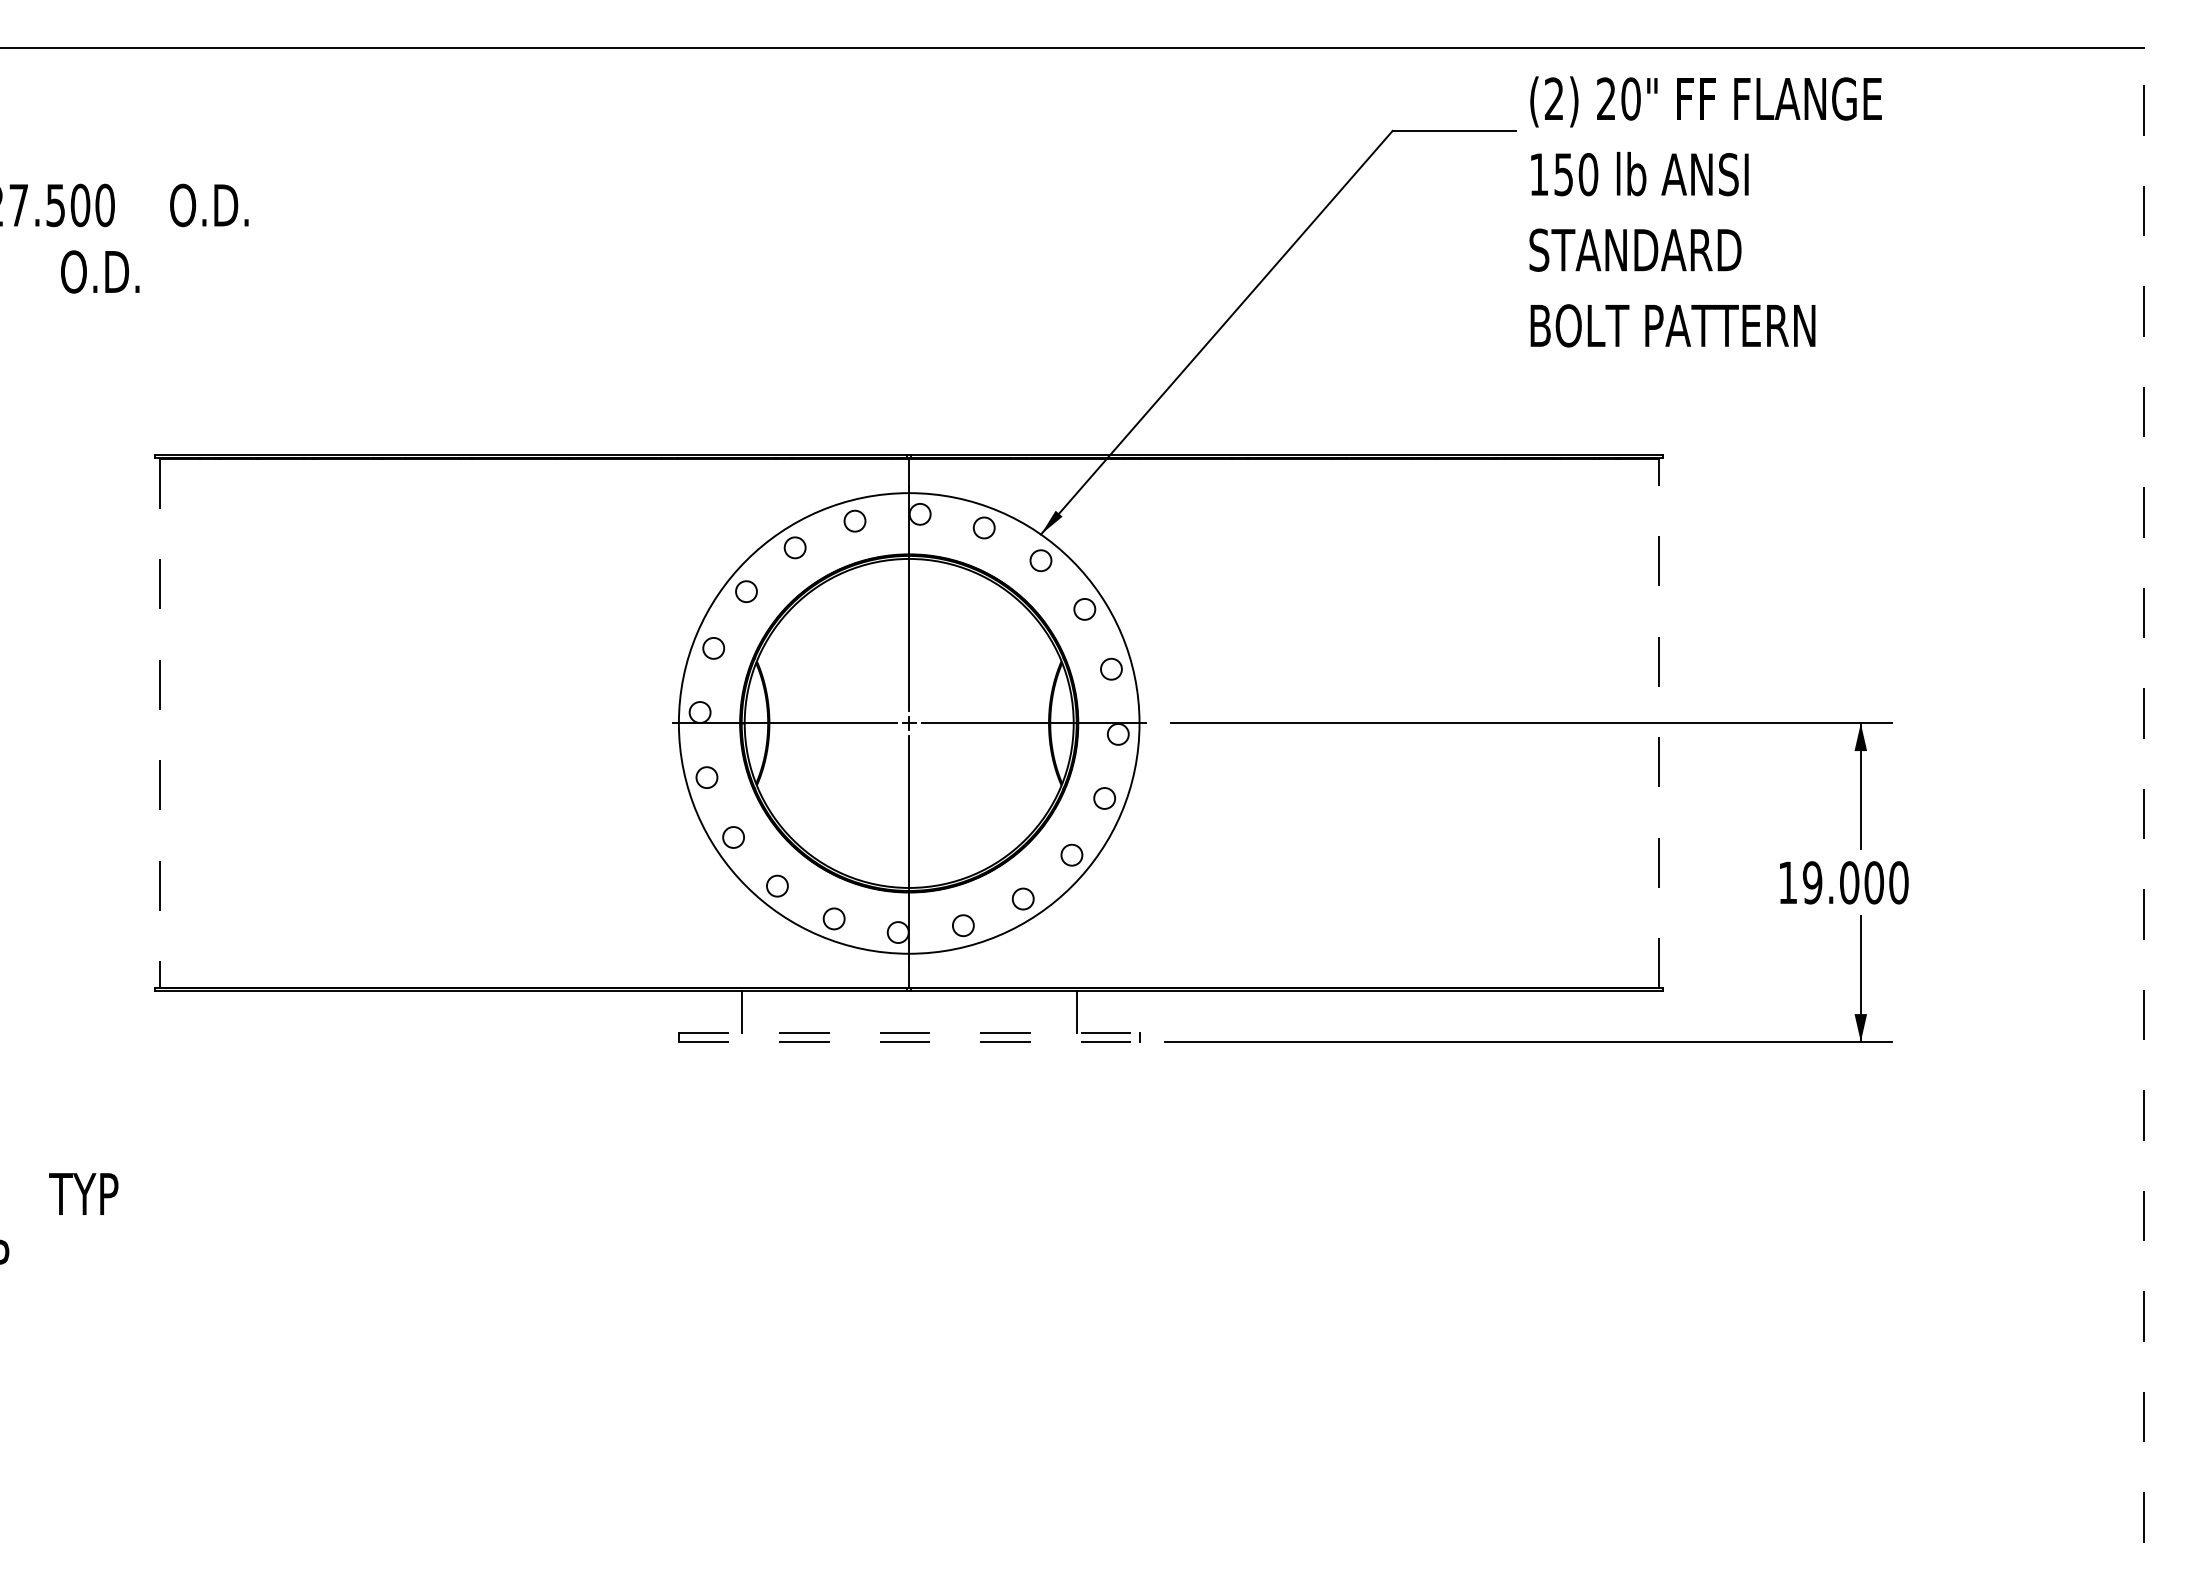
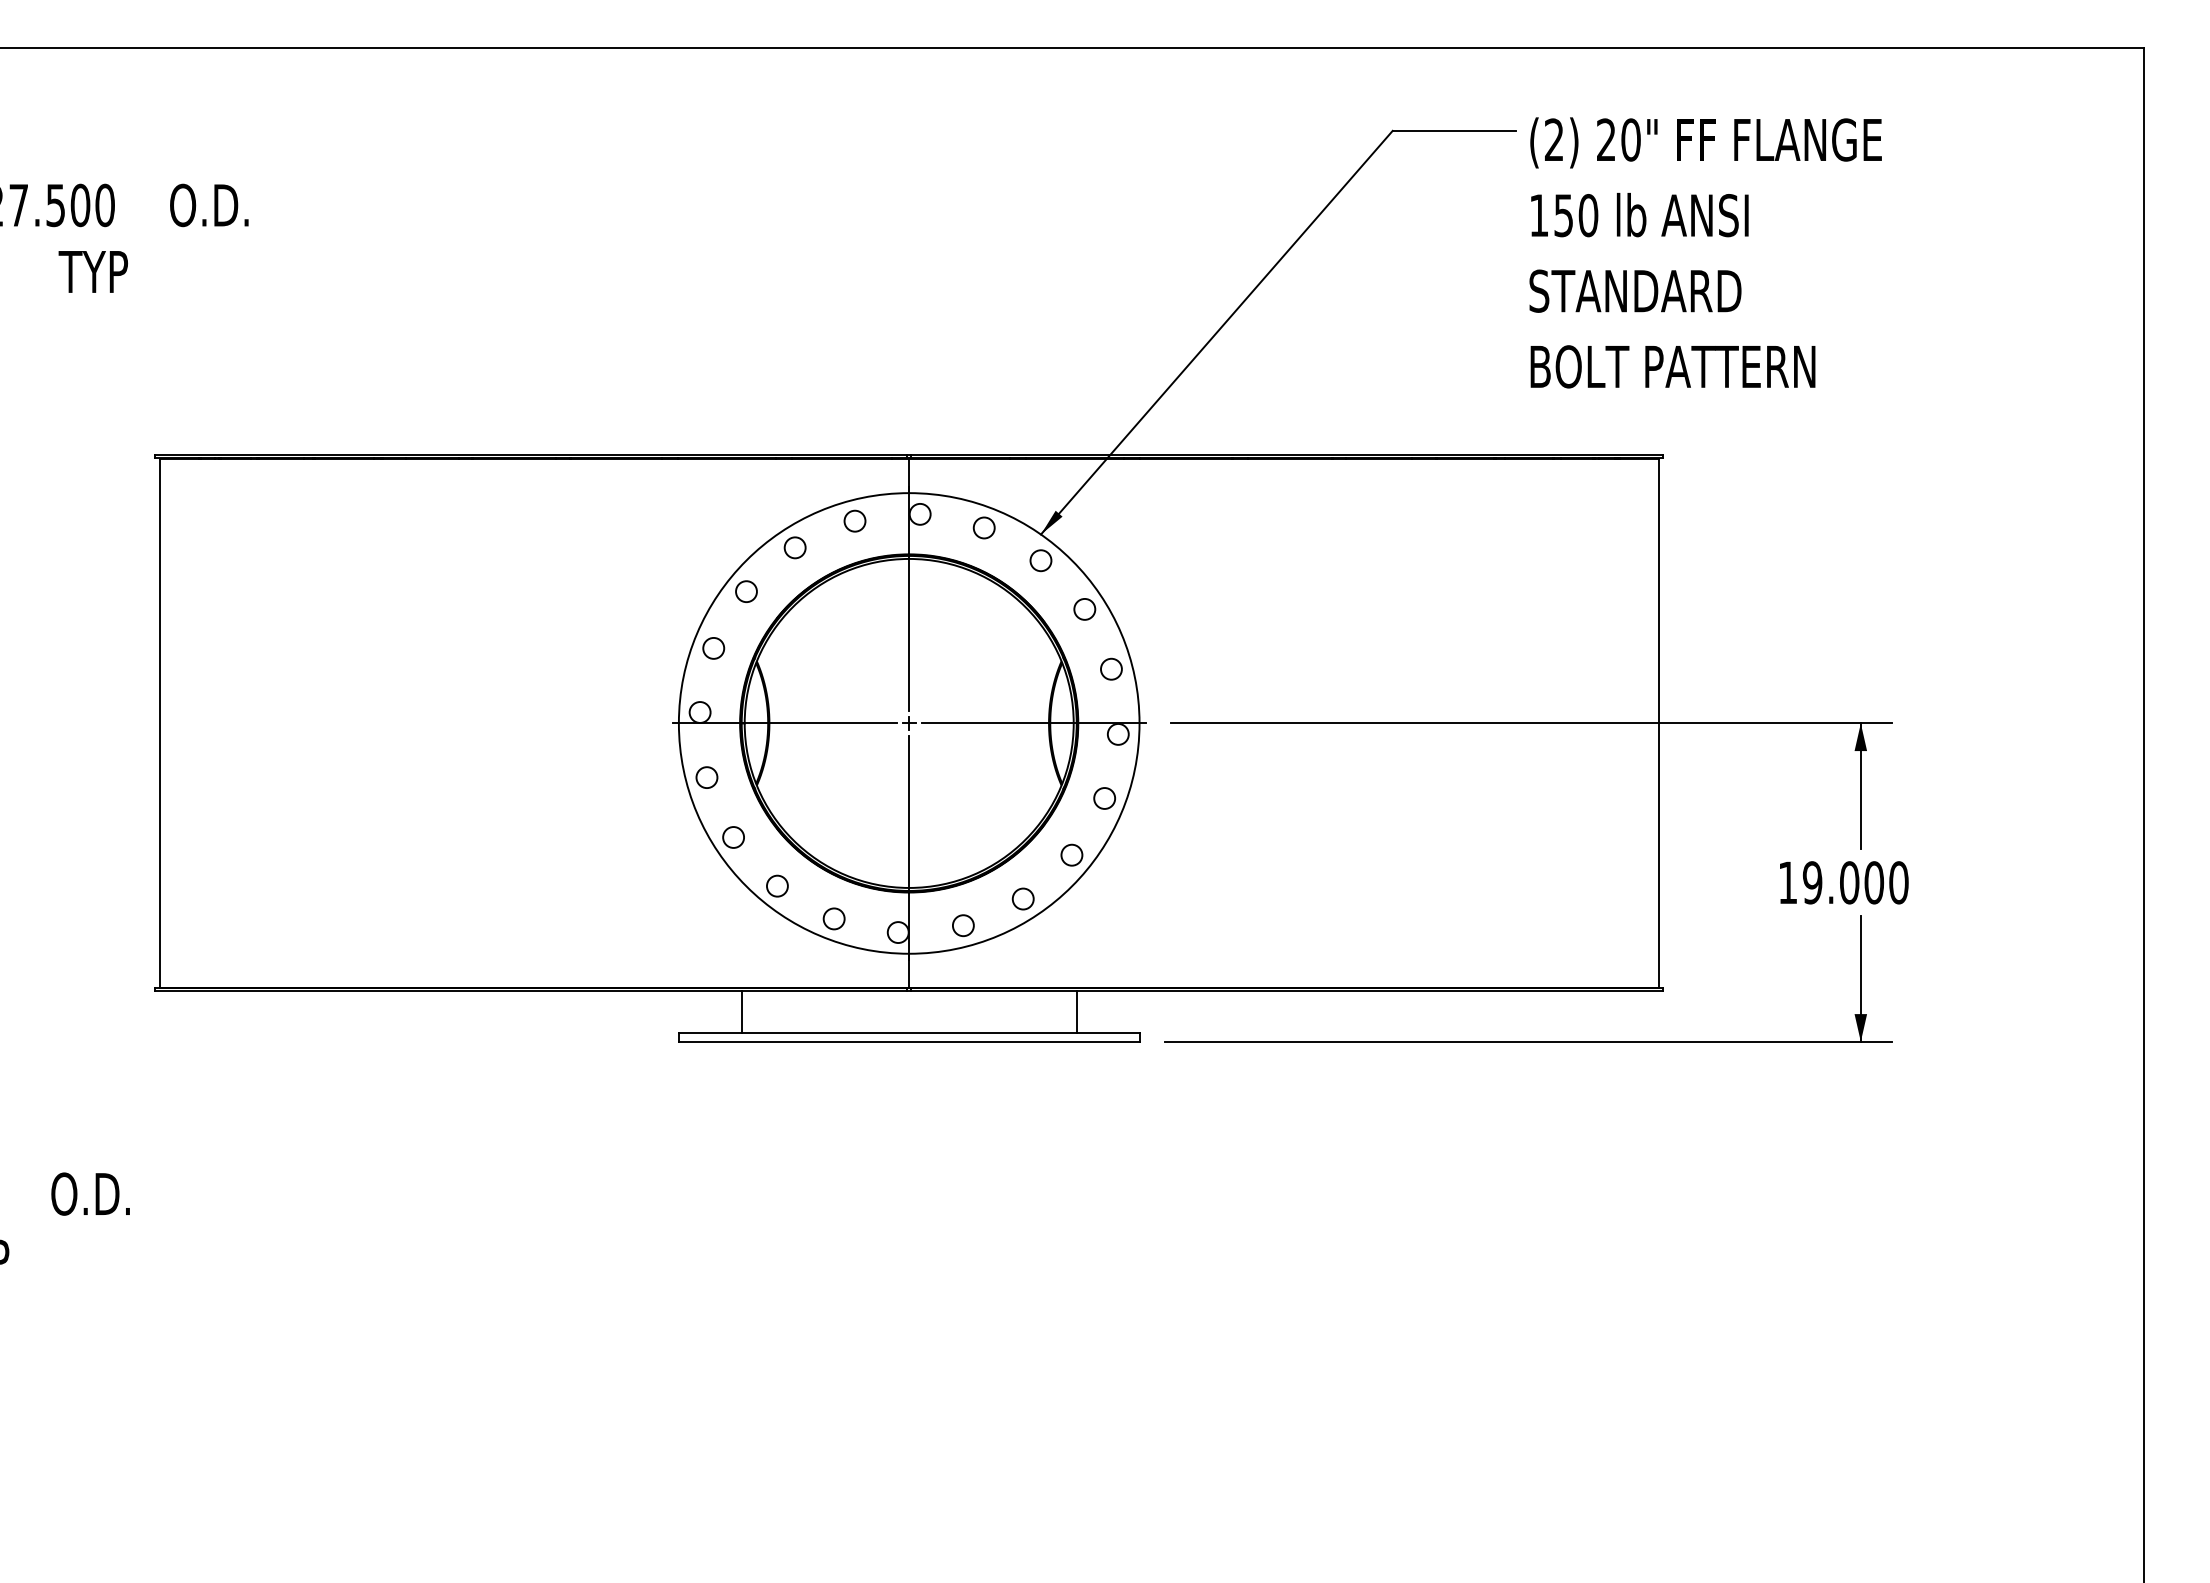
text at (1705, 211) position: (1705, 211) -> (1705, 252)
text at (98, 271): O.D. -> TYP
line at (159, 723): dashed -> solid
line at (1658, 723): dashed -> solid
line at (2143, 814): dashed -> solid
line at (909, 1033): dashed -> solid
line at (909, 1041): dashed -> solid
text at (89, 1193): TYP -> O.D.
